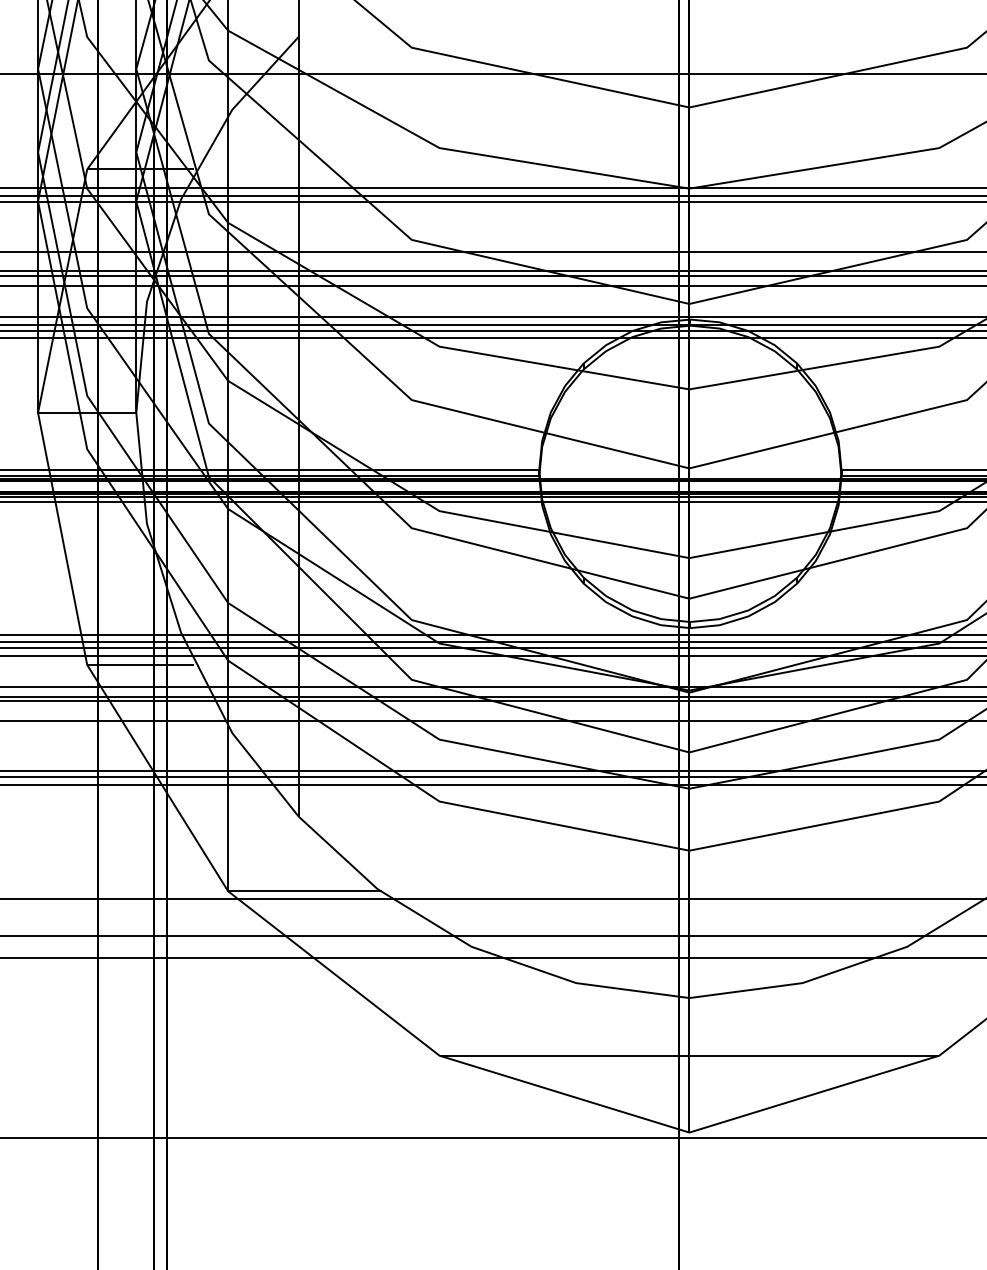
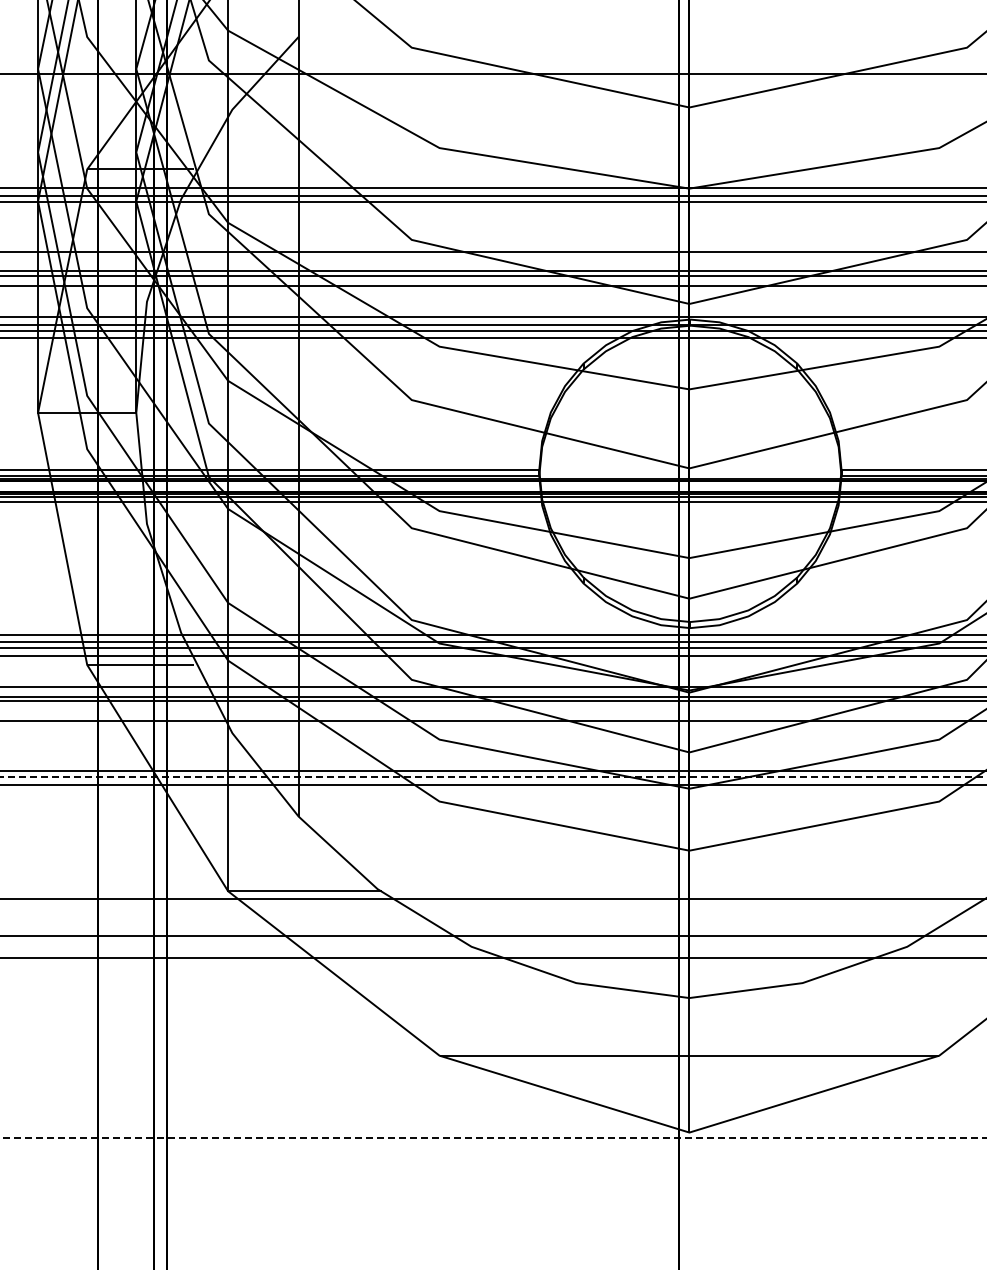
line at (493, 777): solid -> dashed
line at (493, 1137): solid -> dashed
